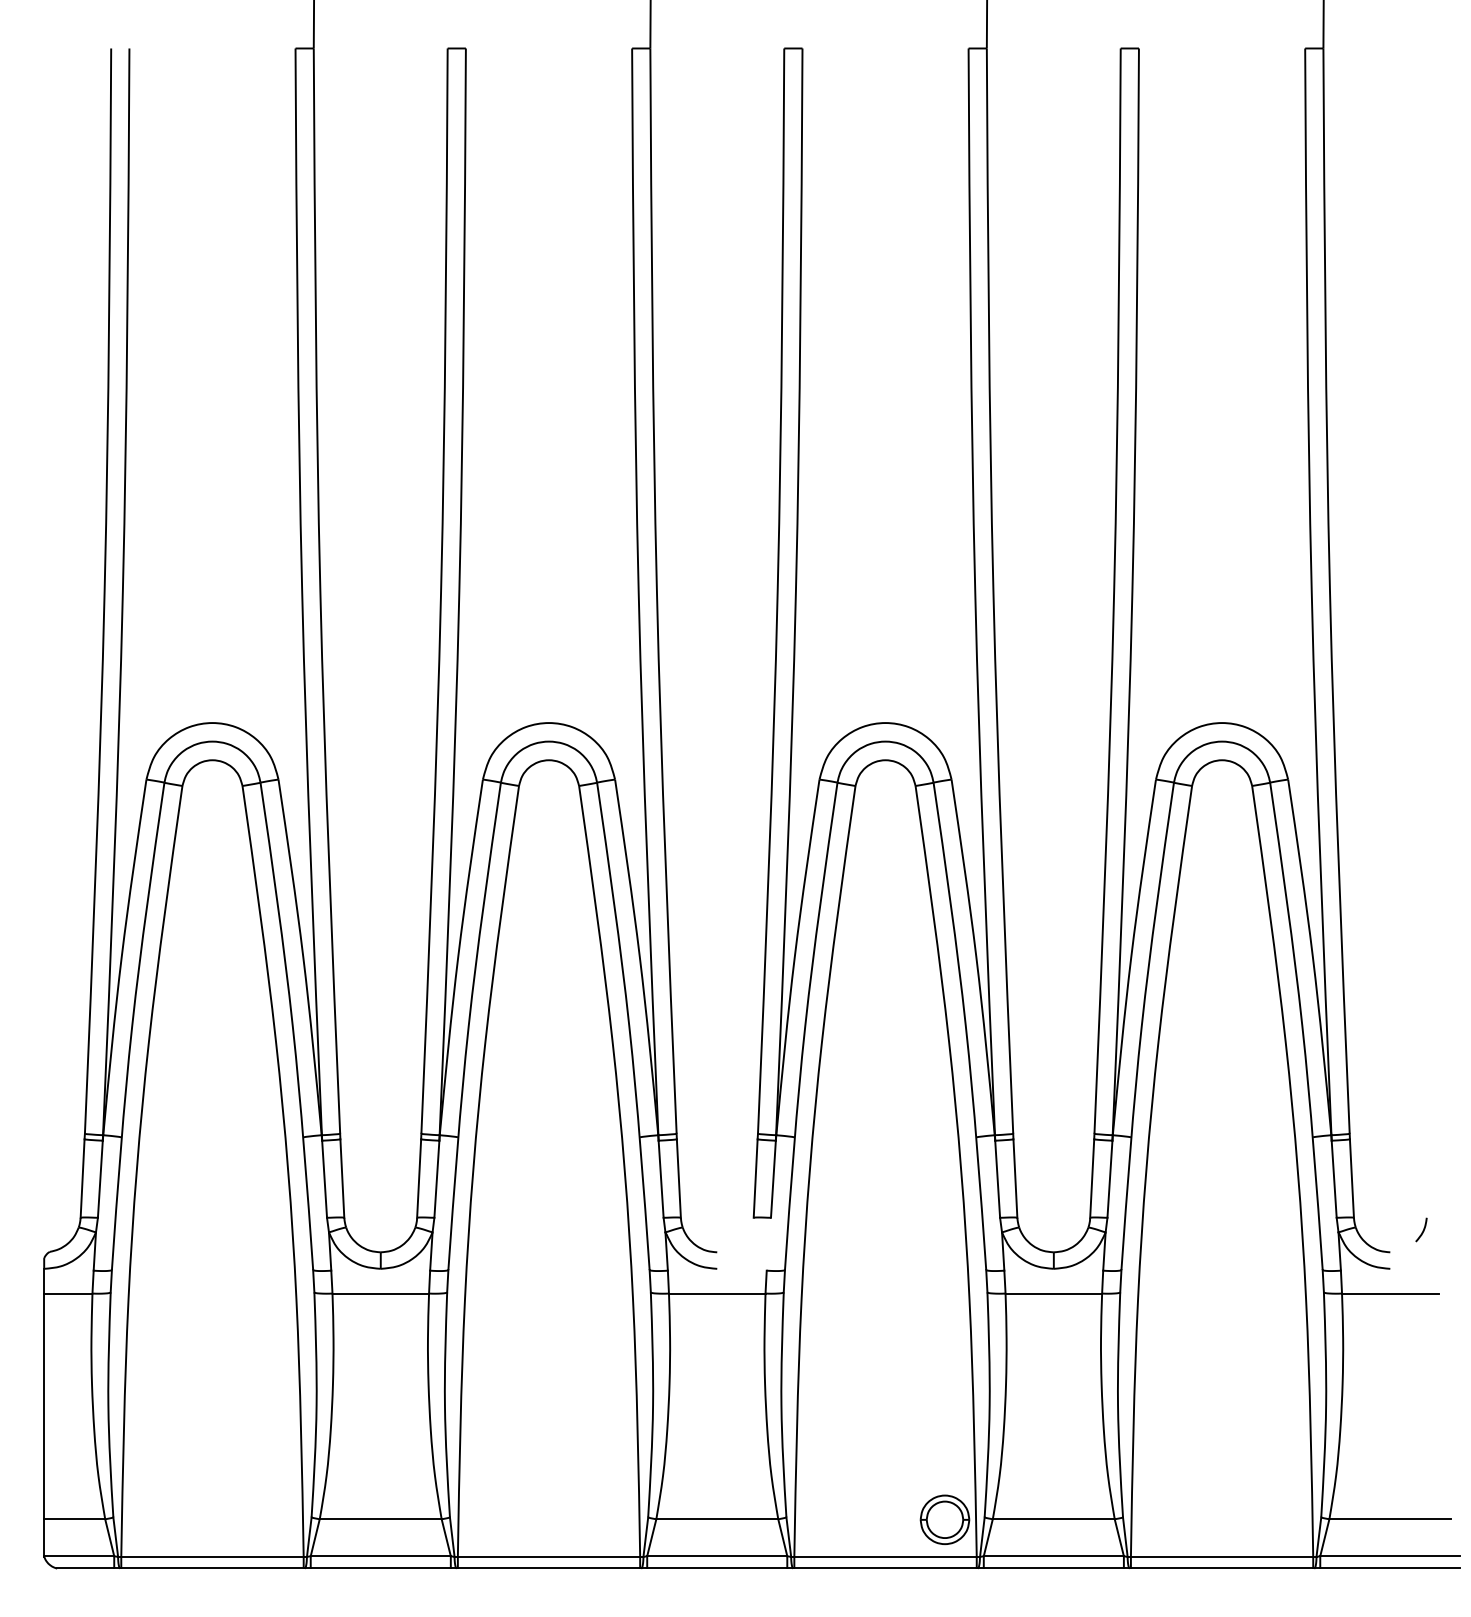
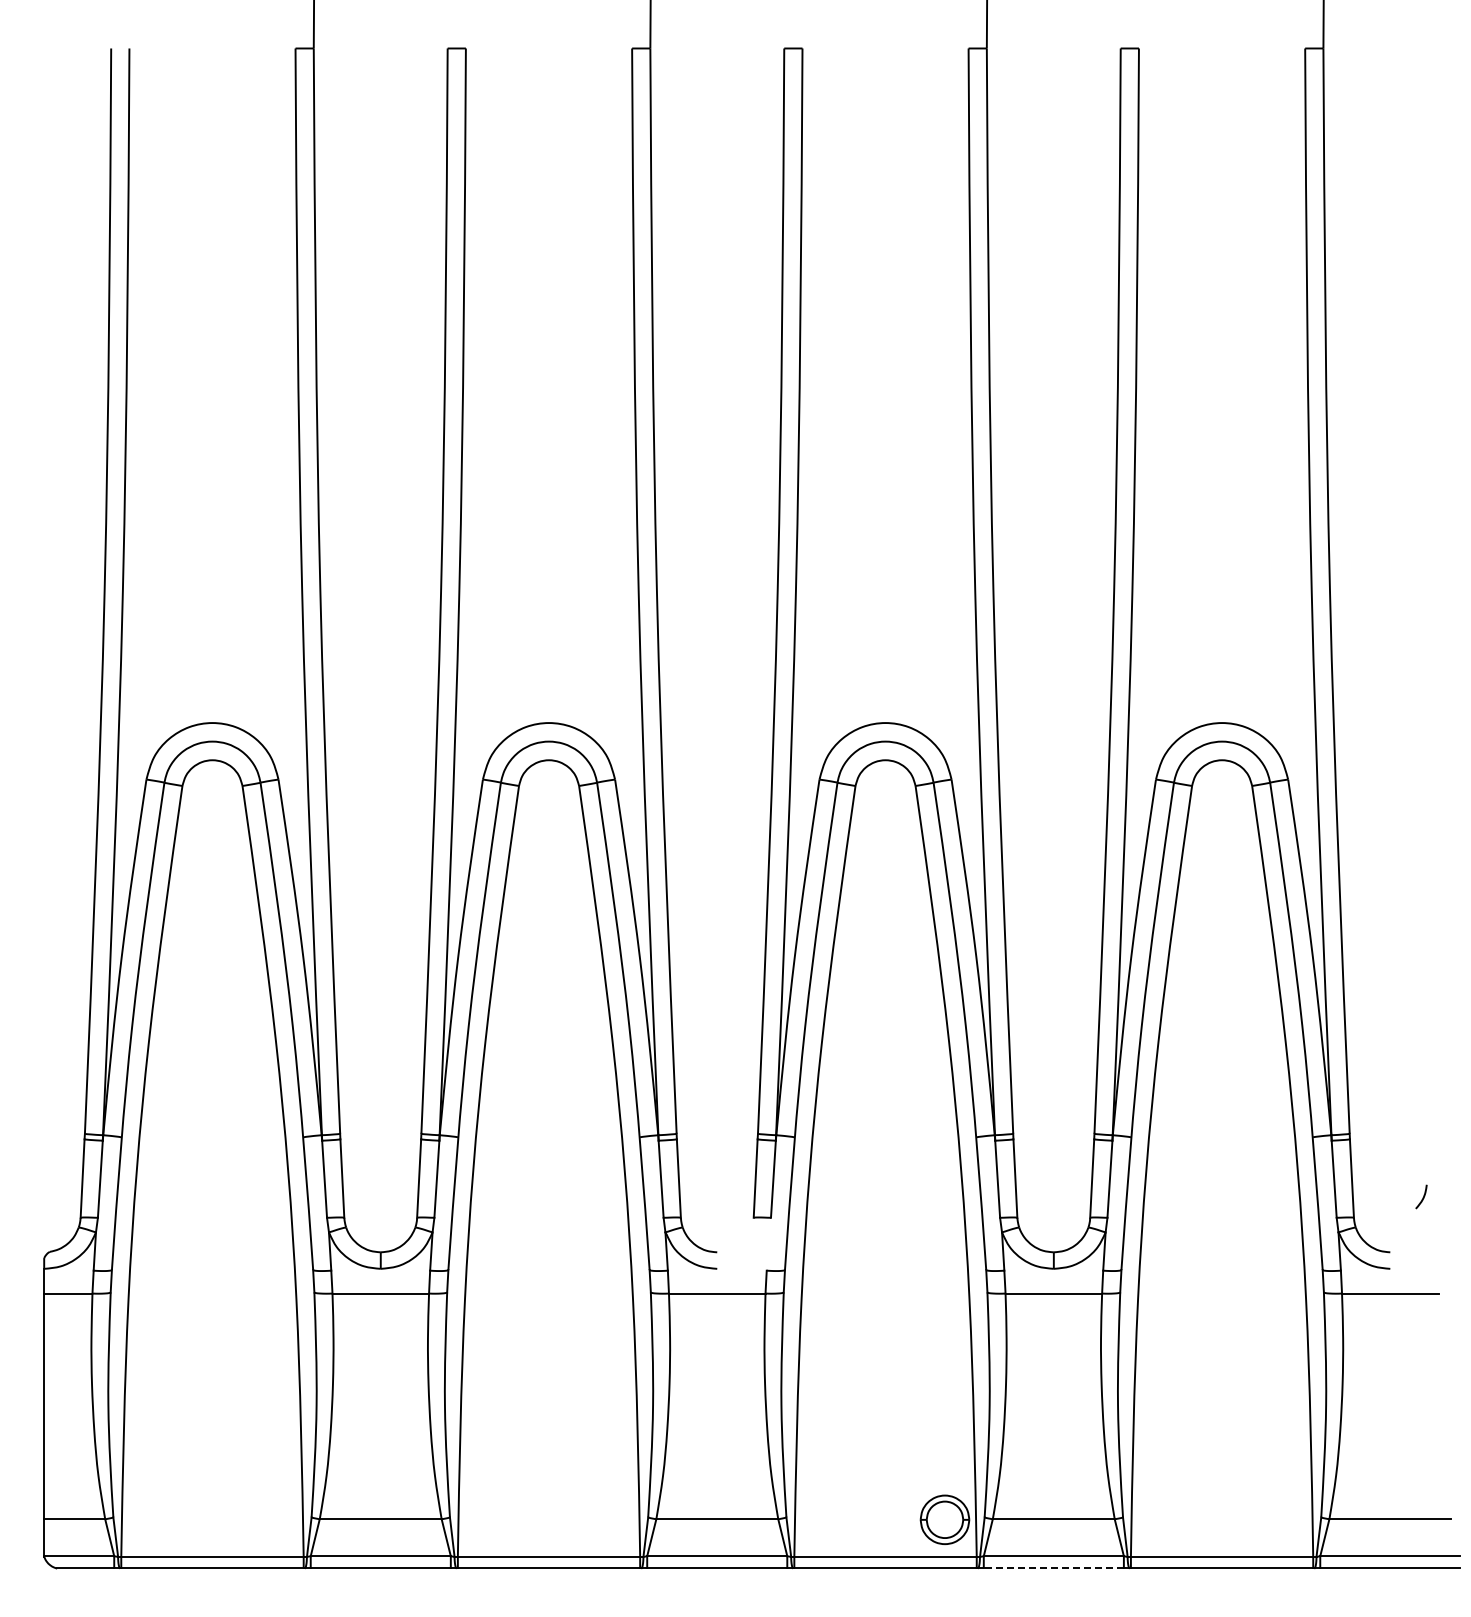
curve at (1422, 1230) position: (1422, 1230) -> (1422, 1197)
line at (1053, 1568): solid -> dashed
